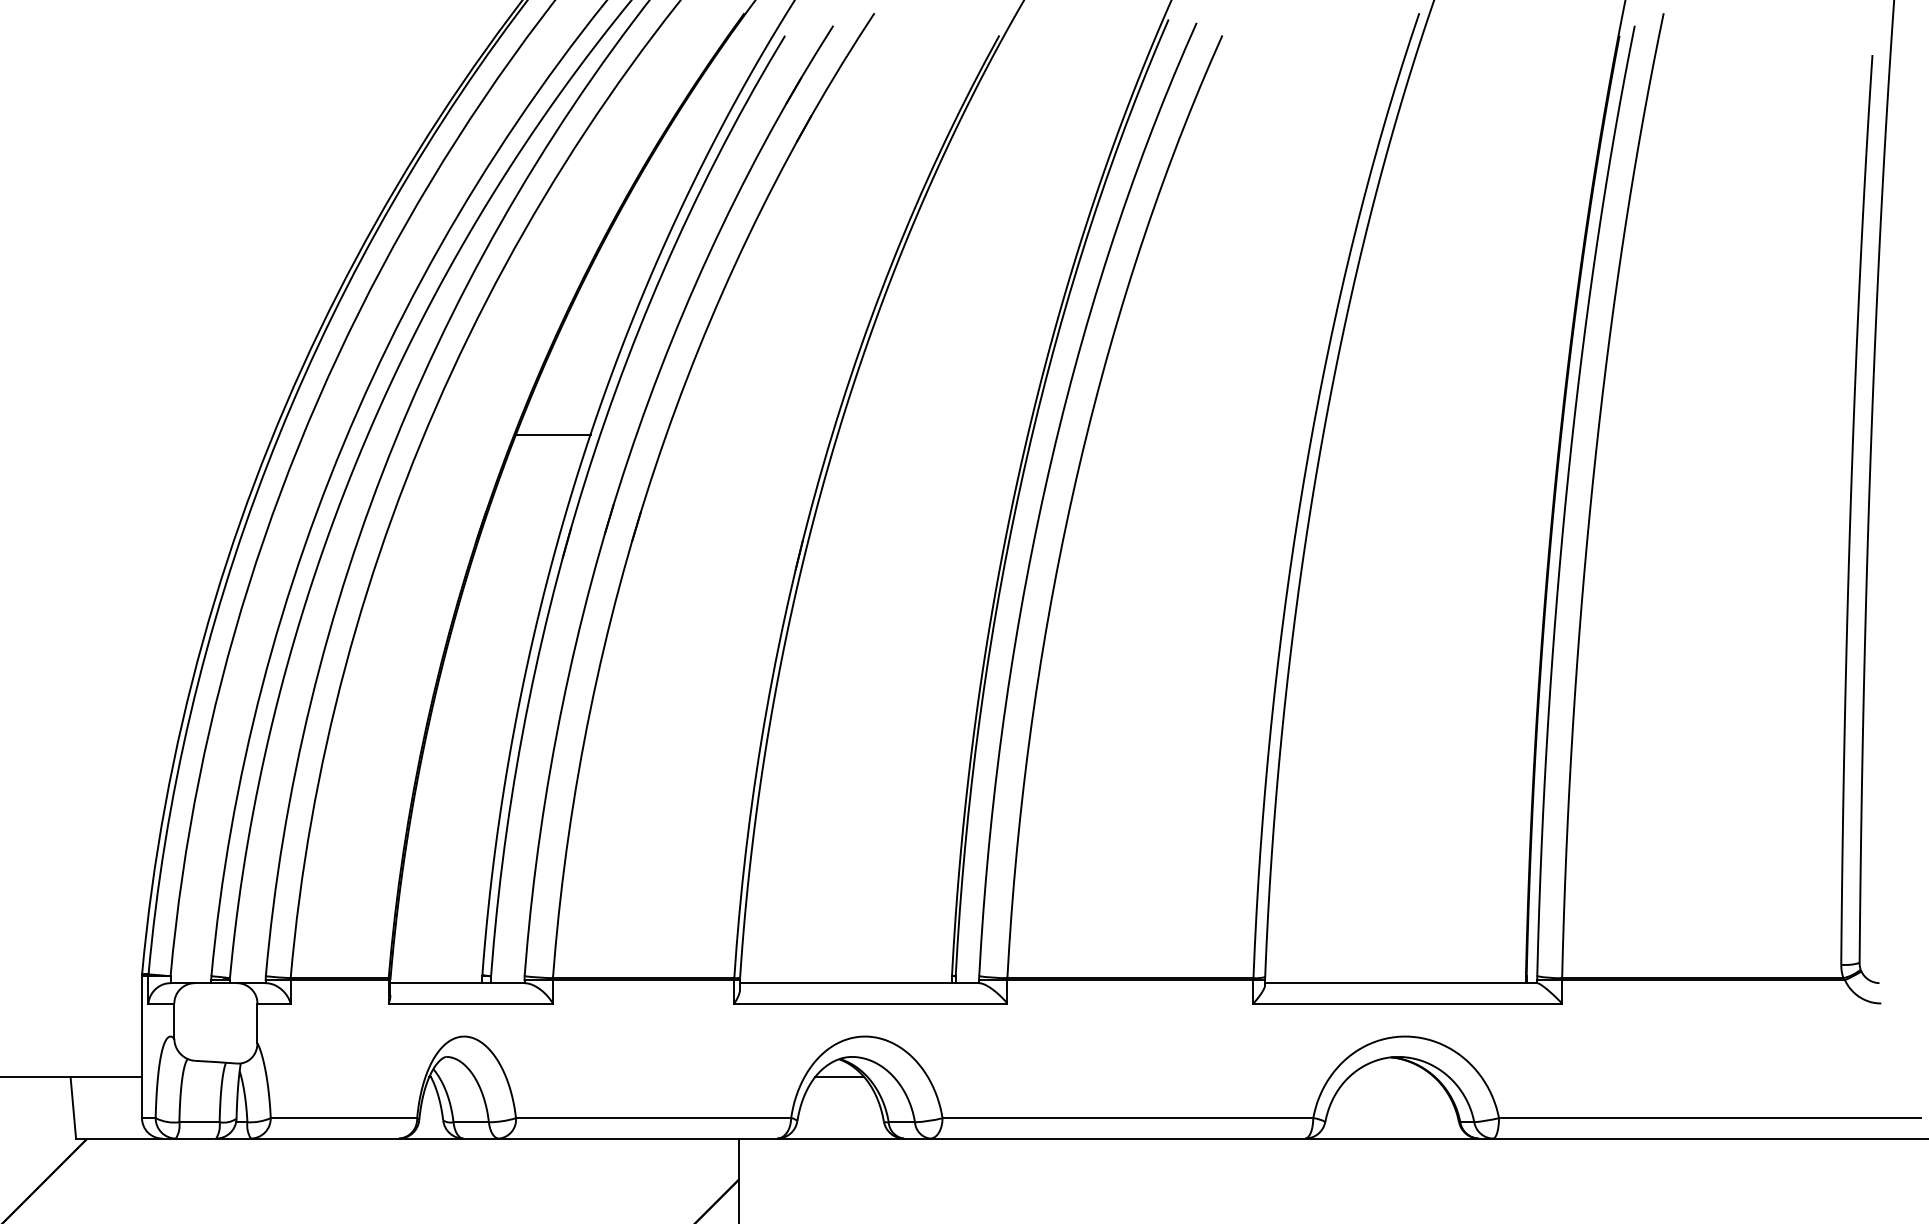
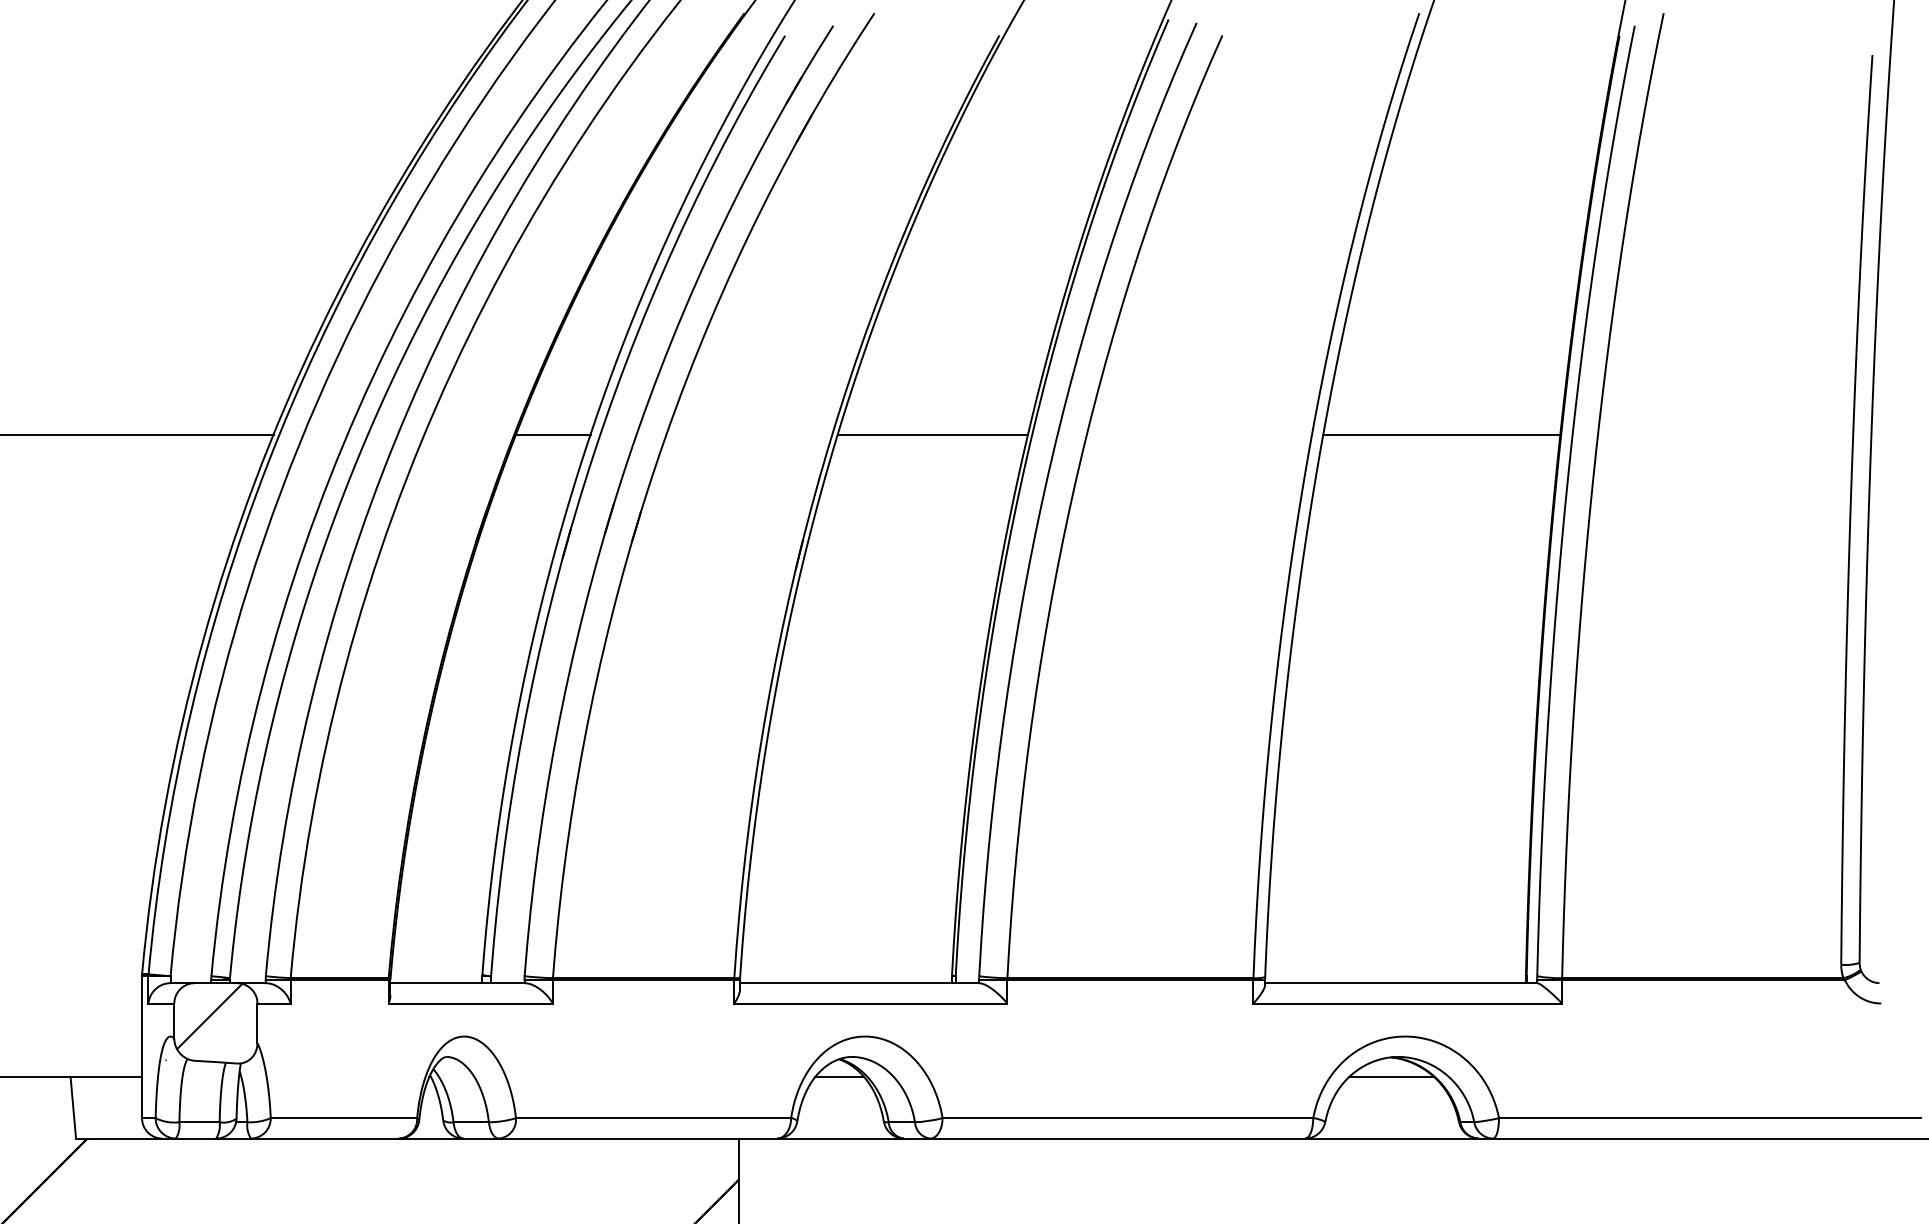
line at (137, 434): none -> present
line at (932, 434): none -> present
line at (1441, 434): none -> present
hatch at (203, 1021): none -> present
line at (1391, 1077): none -> present
